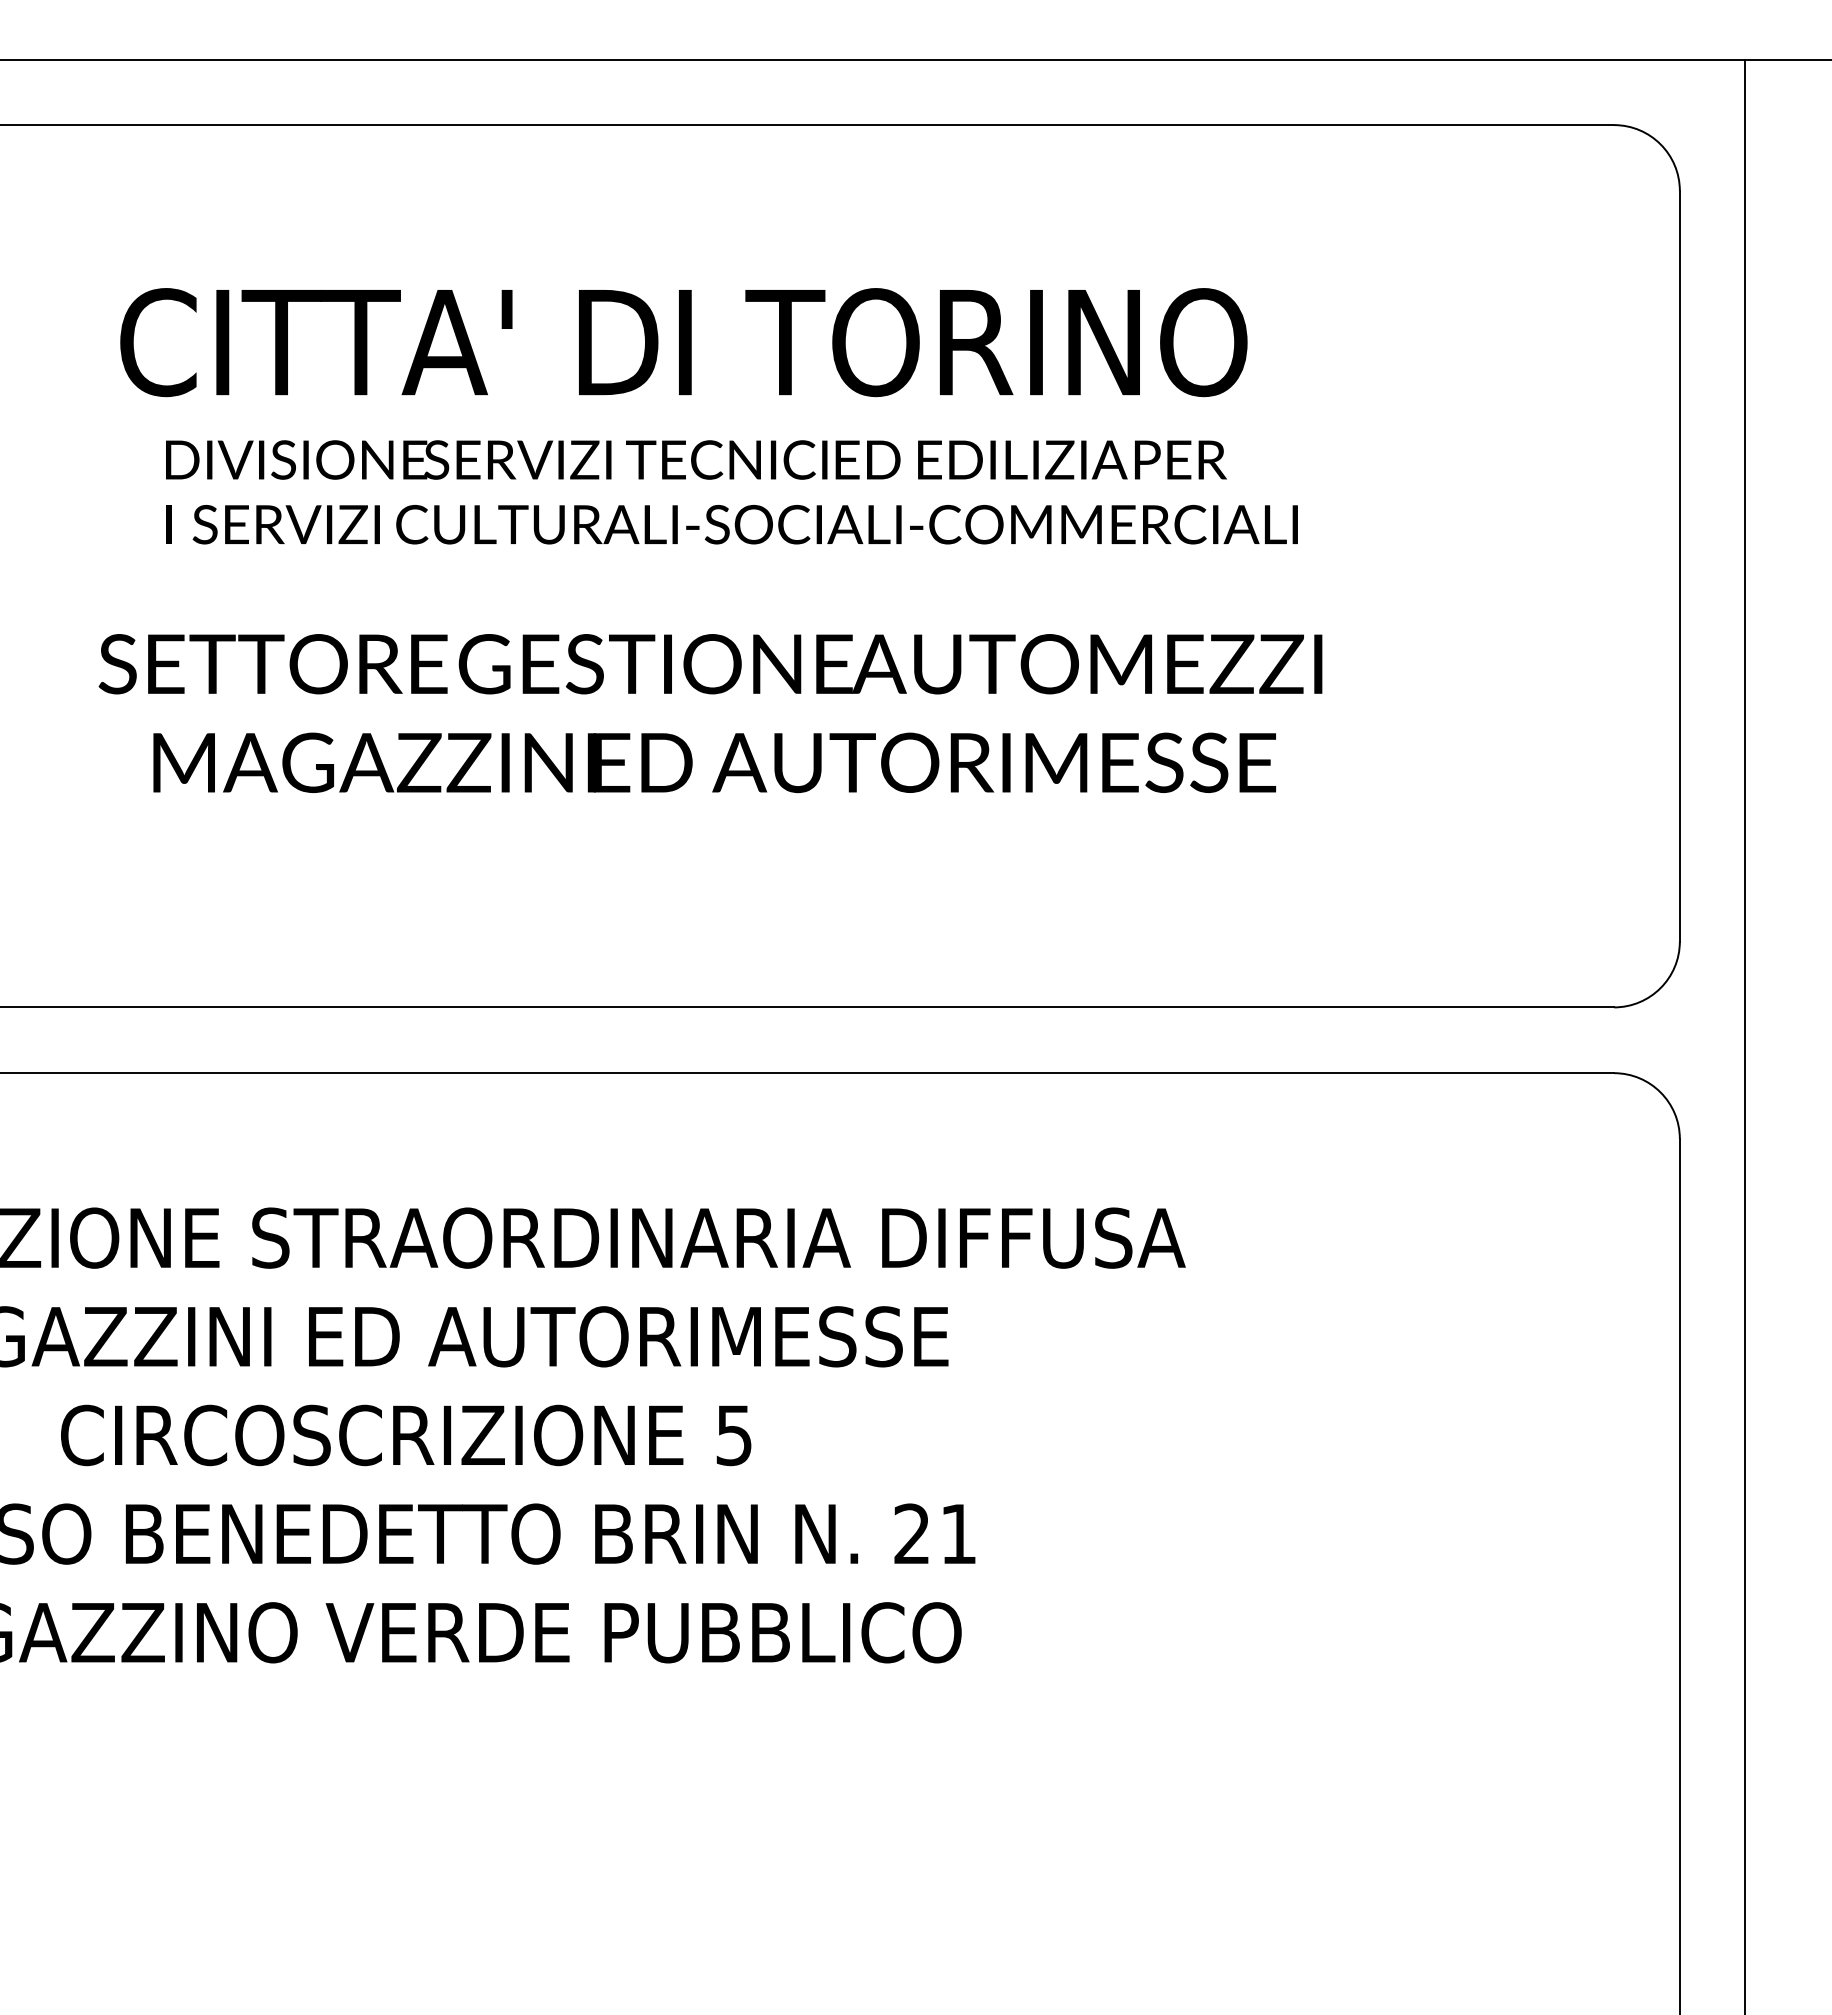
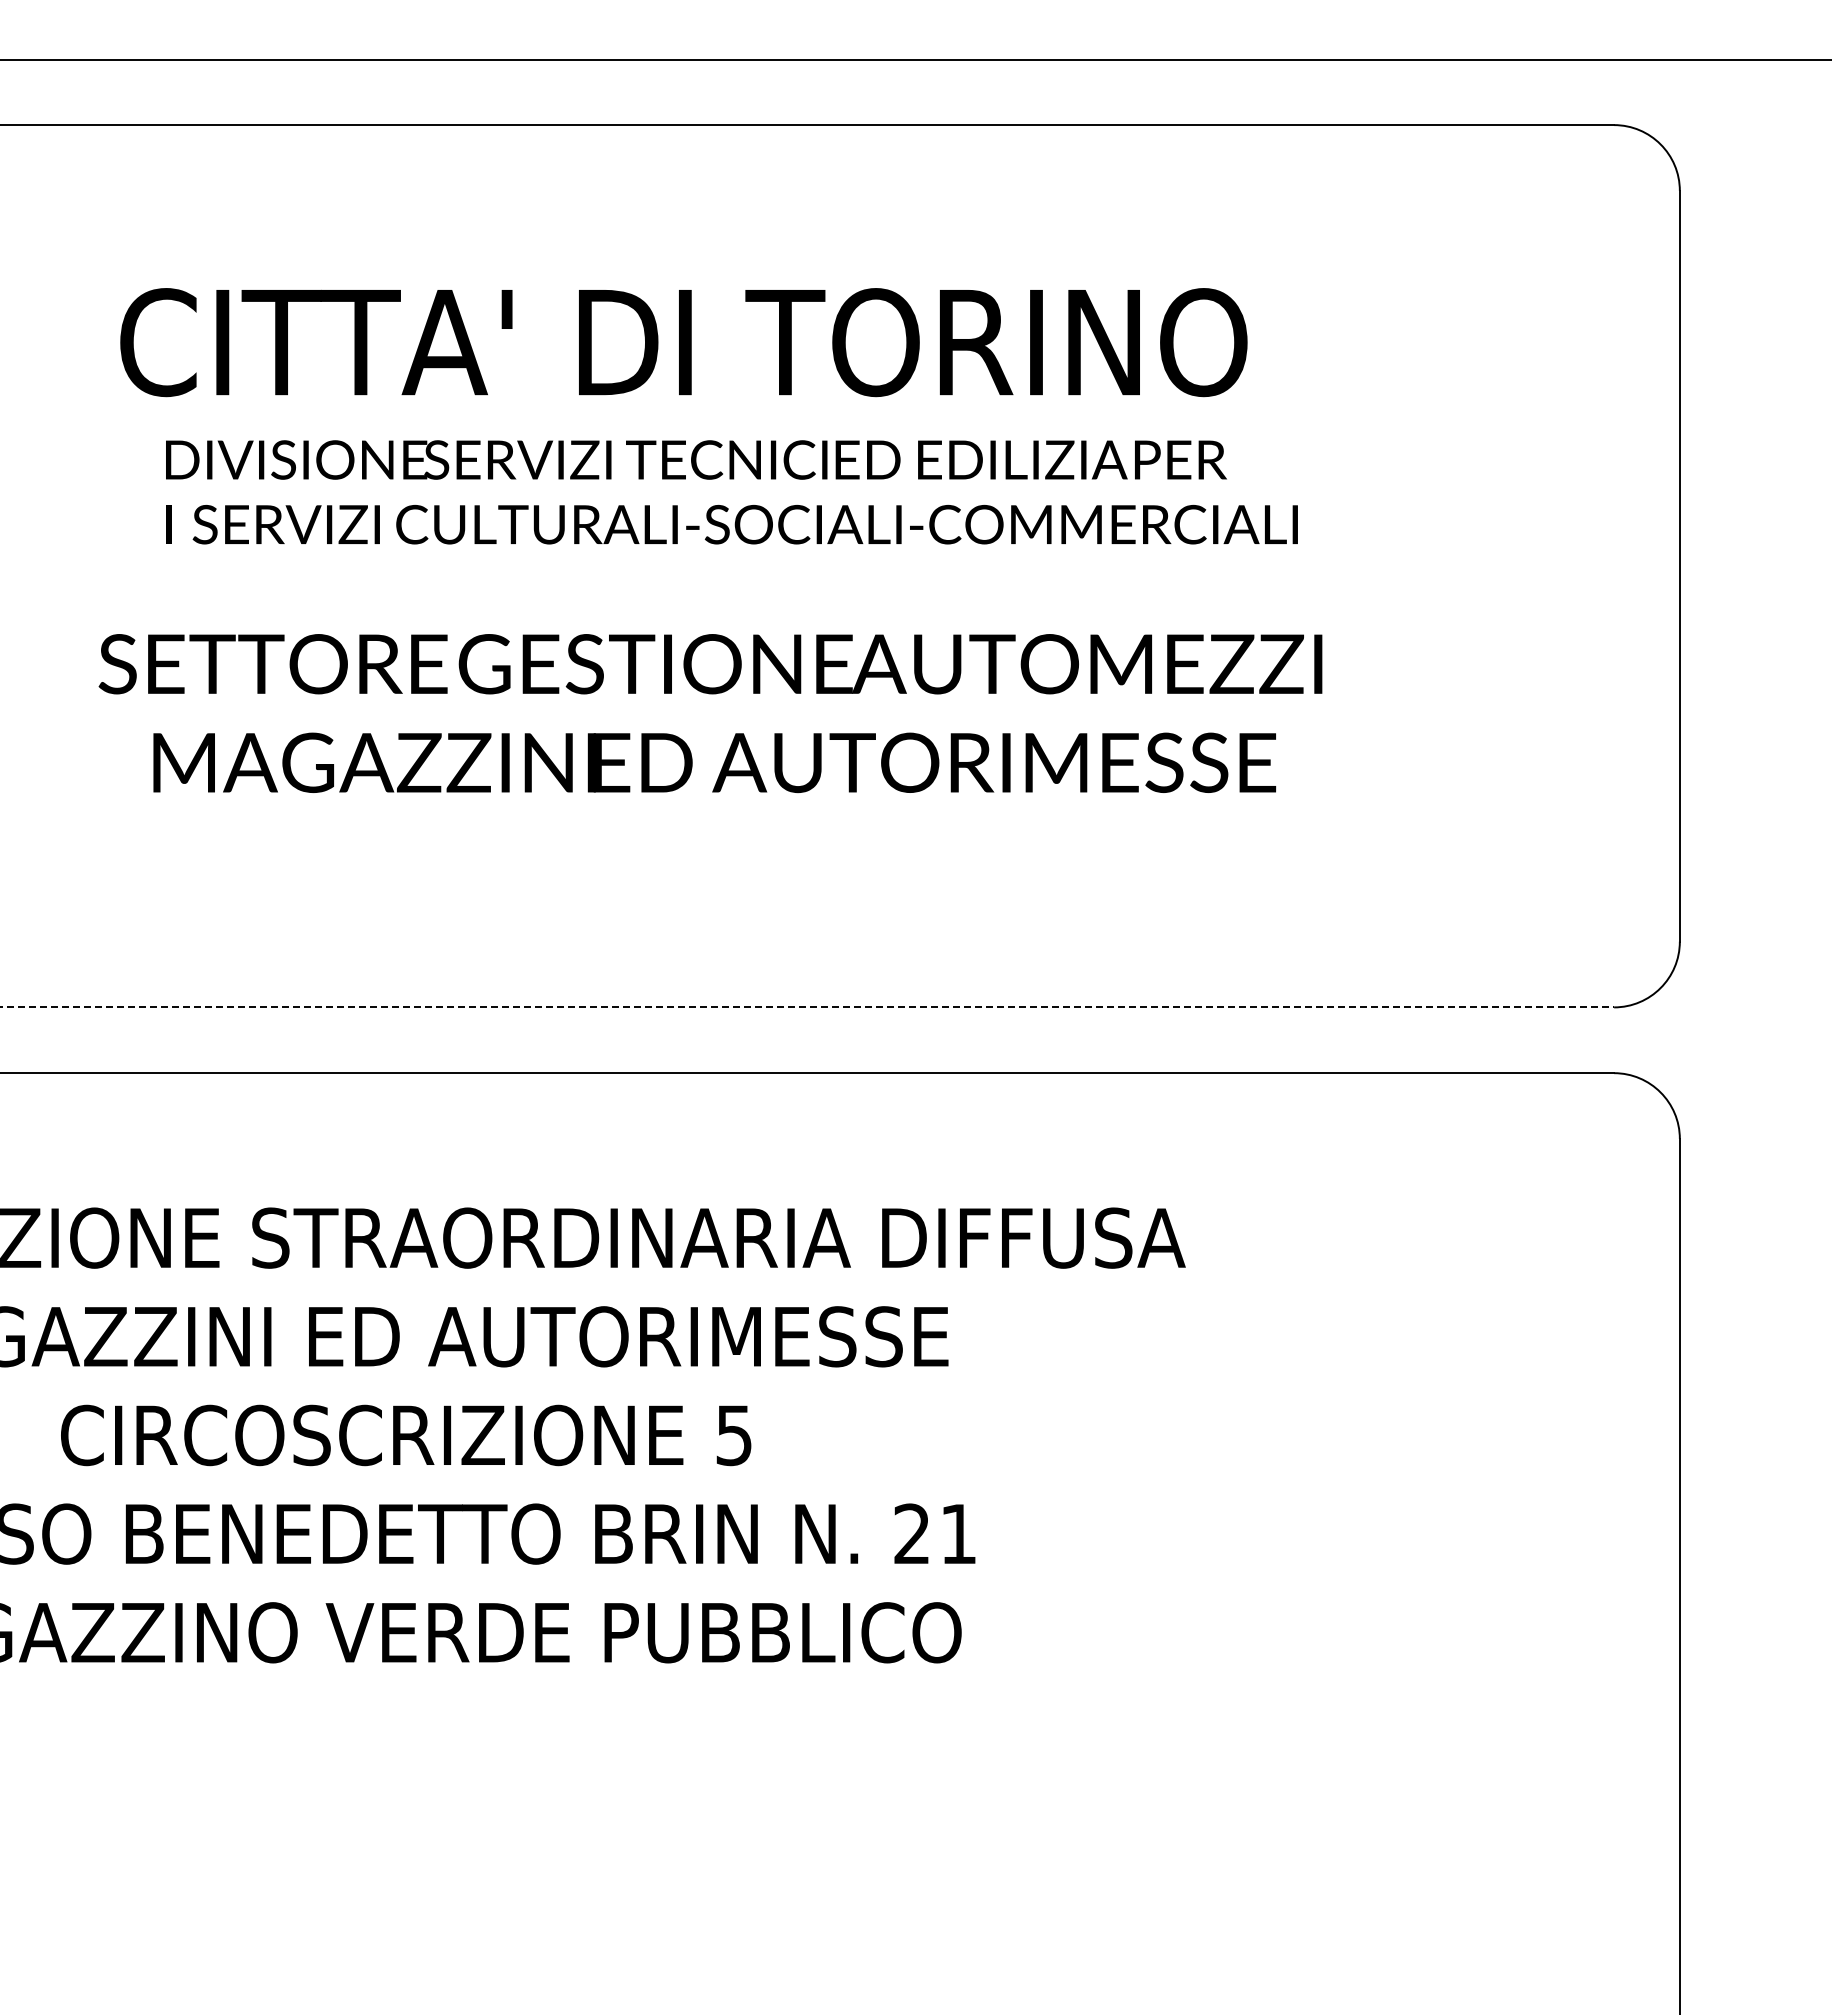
line at (807, 1007): solid -> dashed
line at (1744, 1035): present -> none
